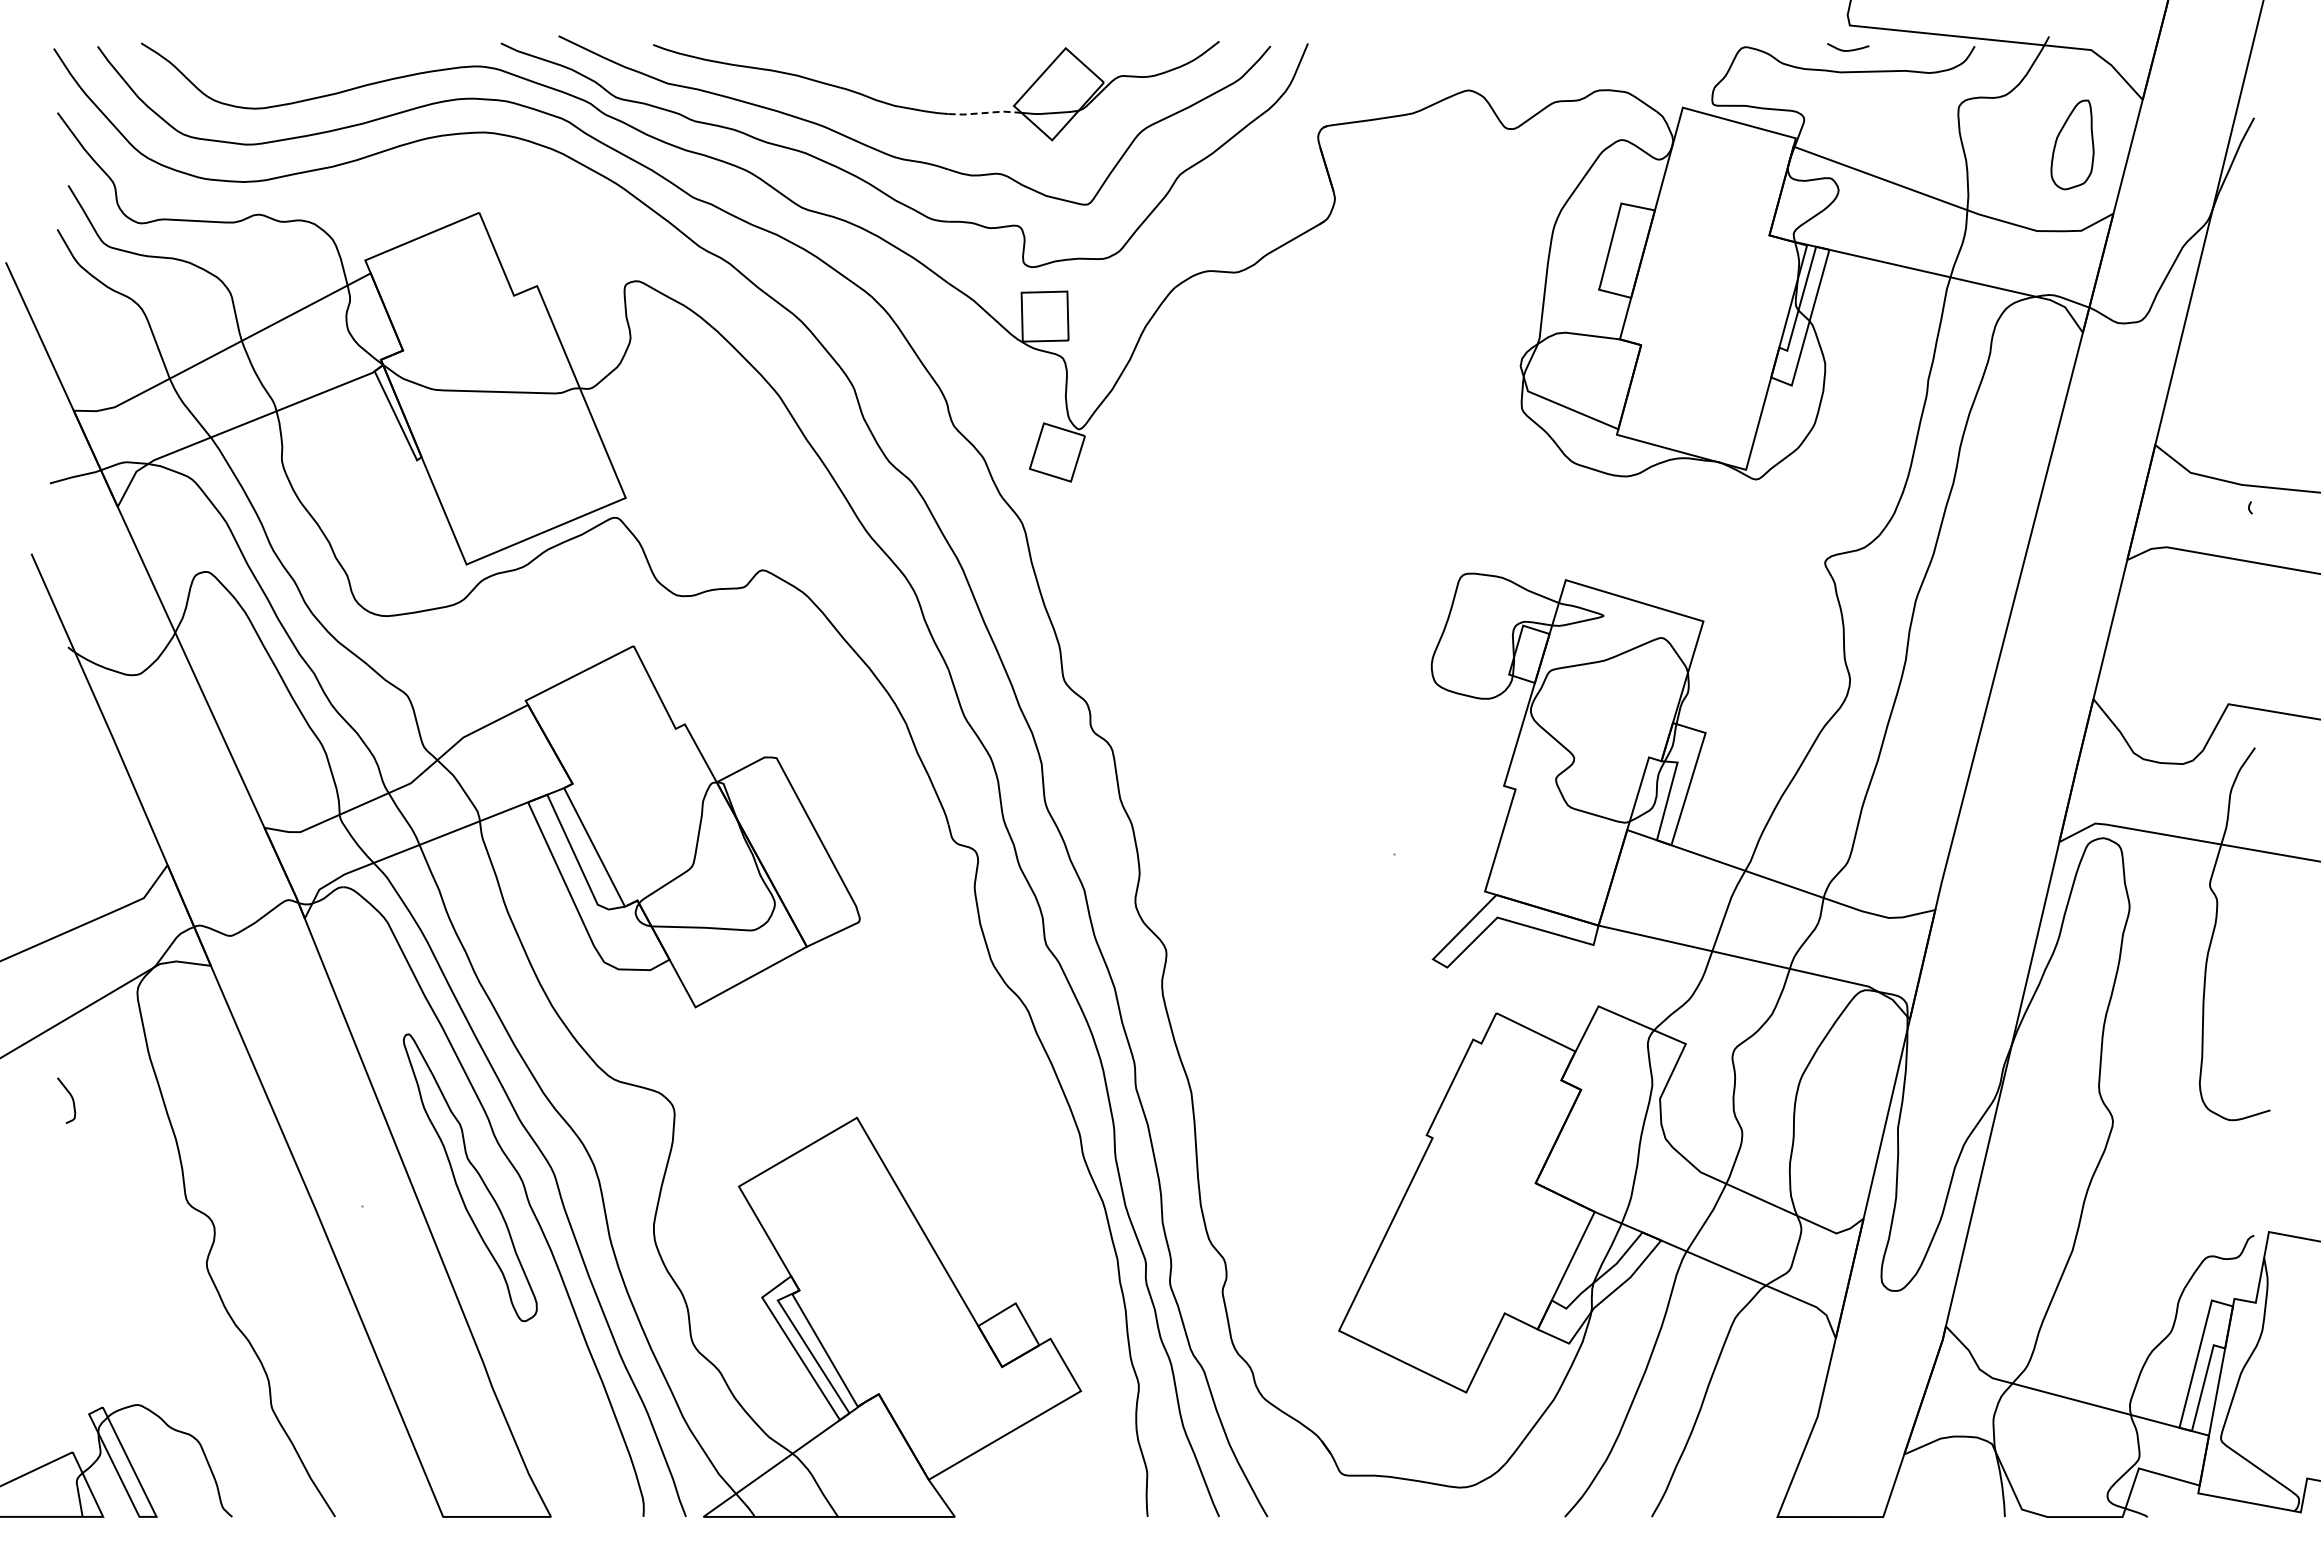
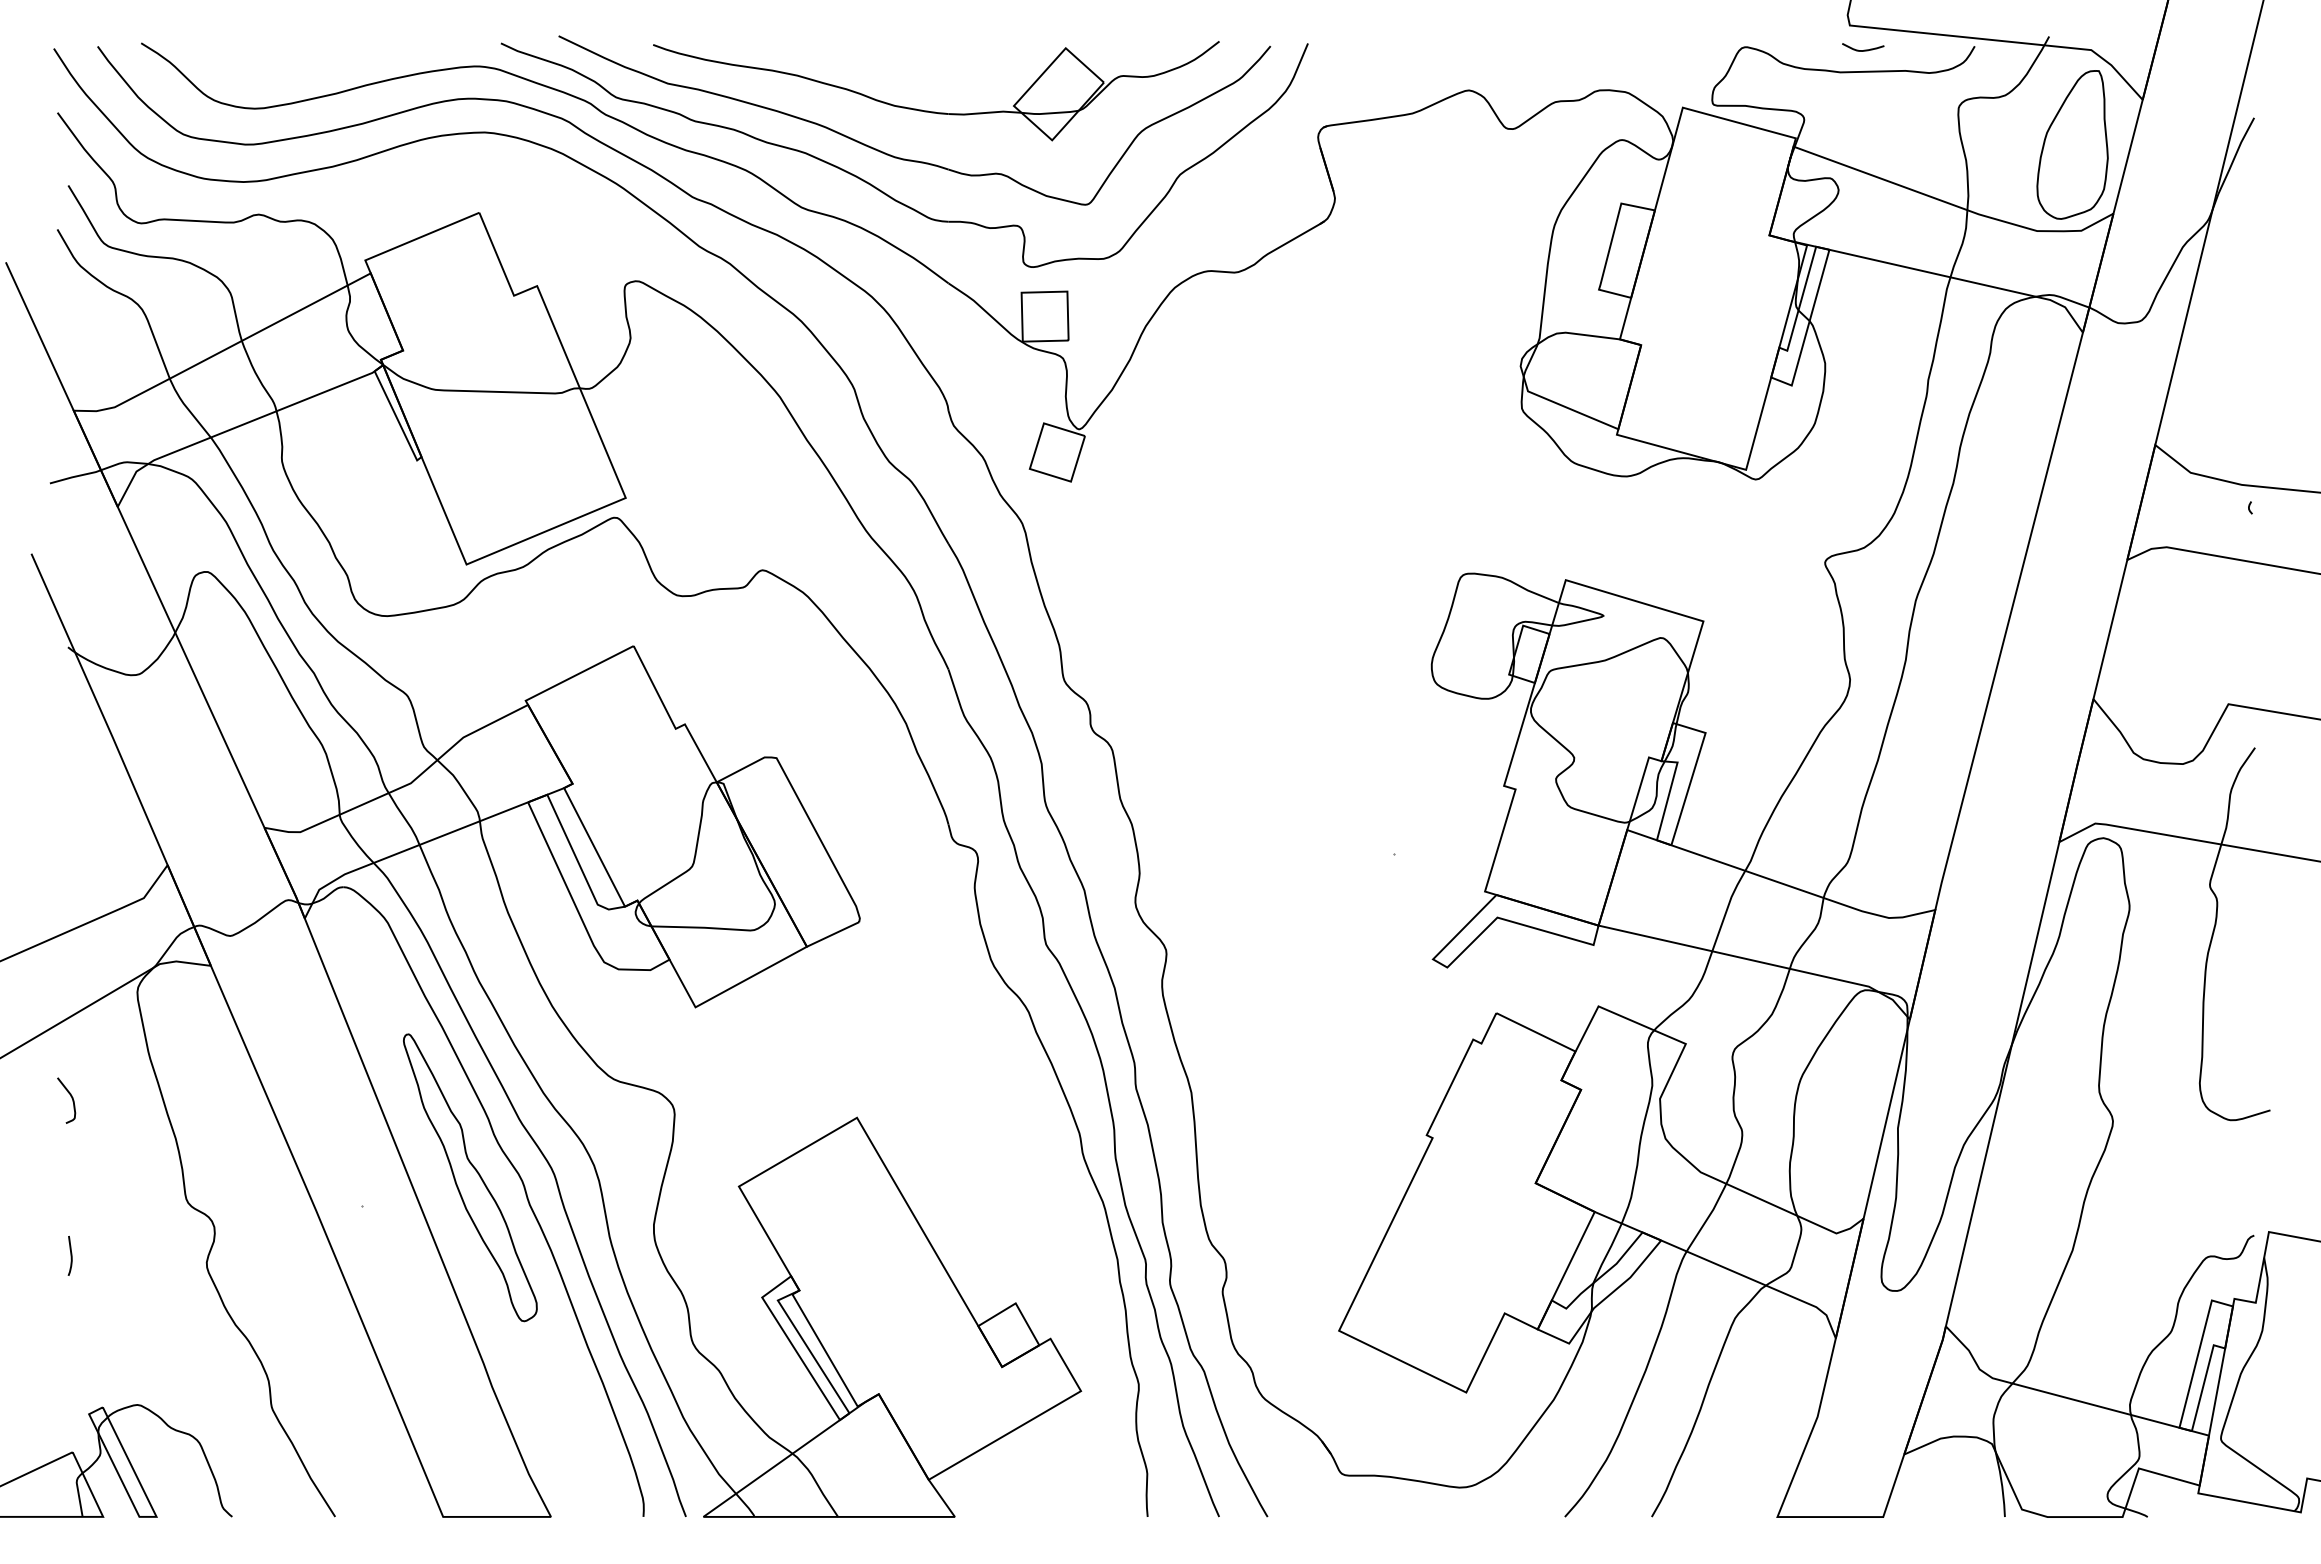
curve at (1849, 49) position: (1849, 49) -> (1864, 49)
line at (984, 113): dashed -> solid
part at (2072, 144) size: 45x92 px -> 73x150 px
curve at (70, 1255): none -> present
